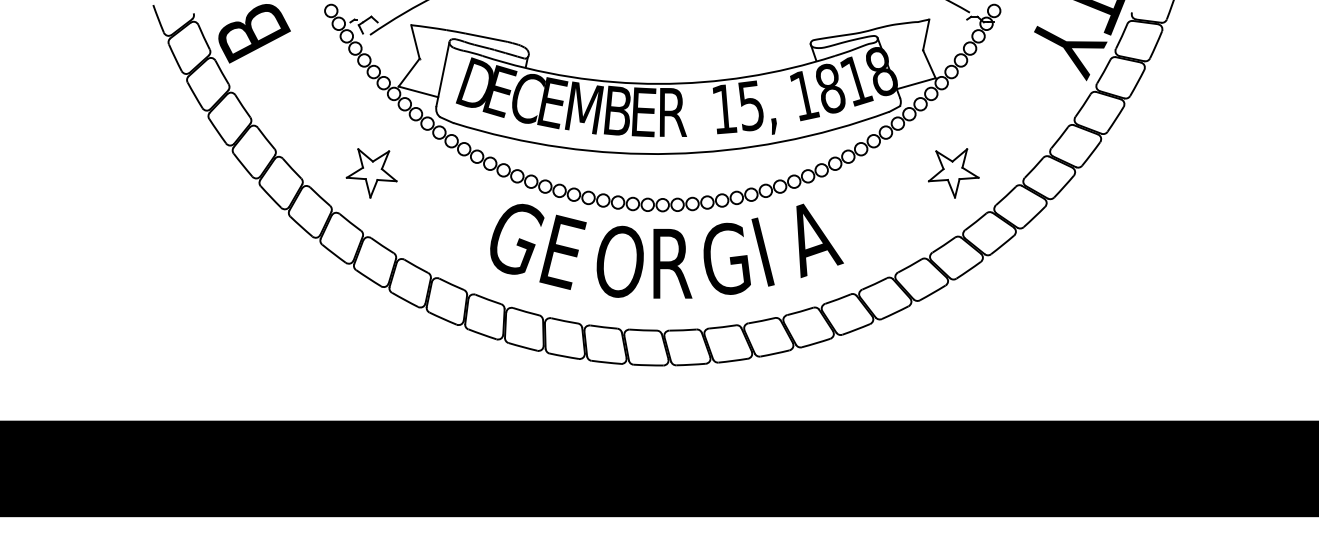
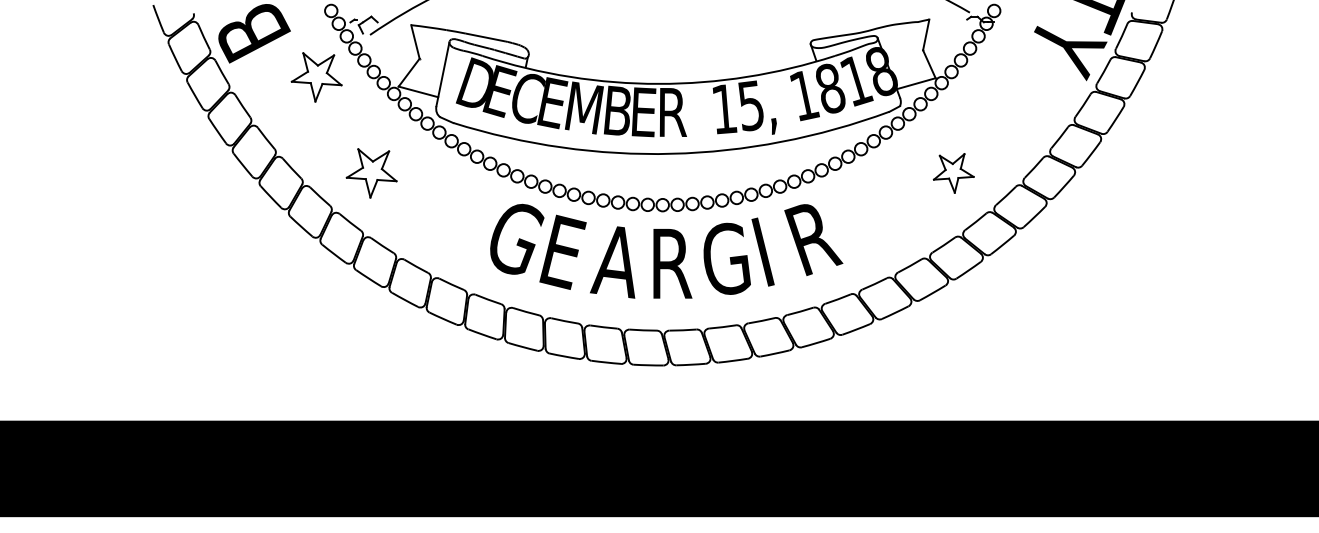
part at (316, 77): none -> present
part at (953, 173) size: 52x51 px -> 43x41 px
text at (813, 240): A -> R
text at (616, 261): O -> A
